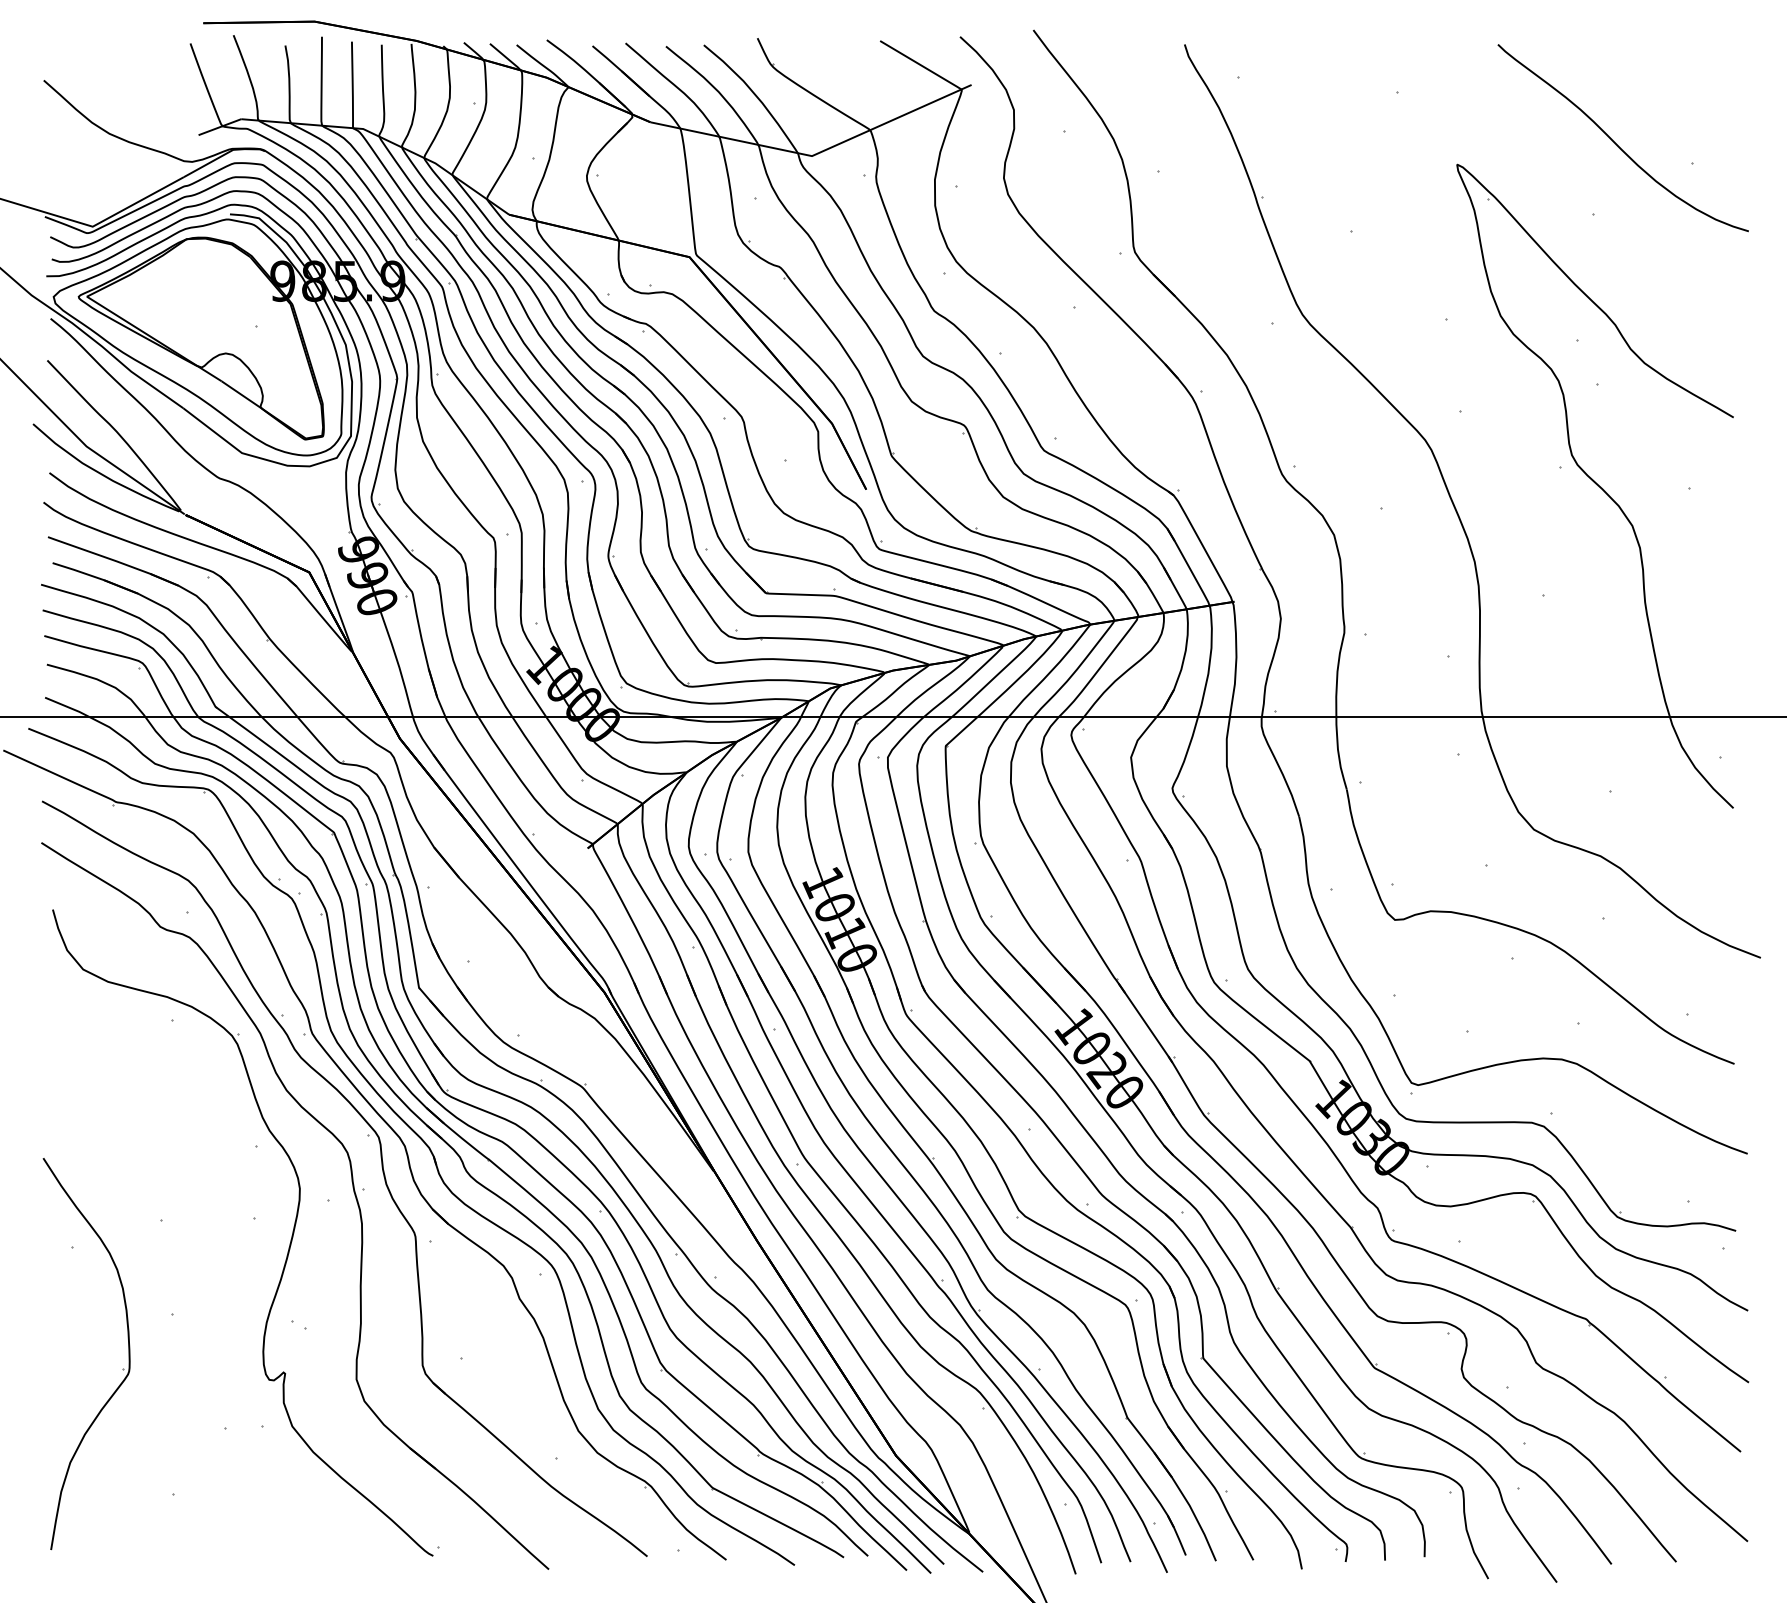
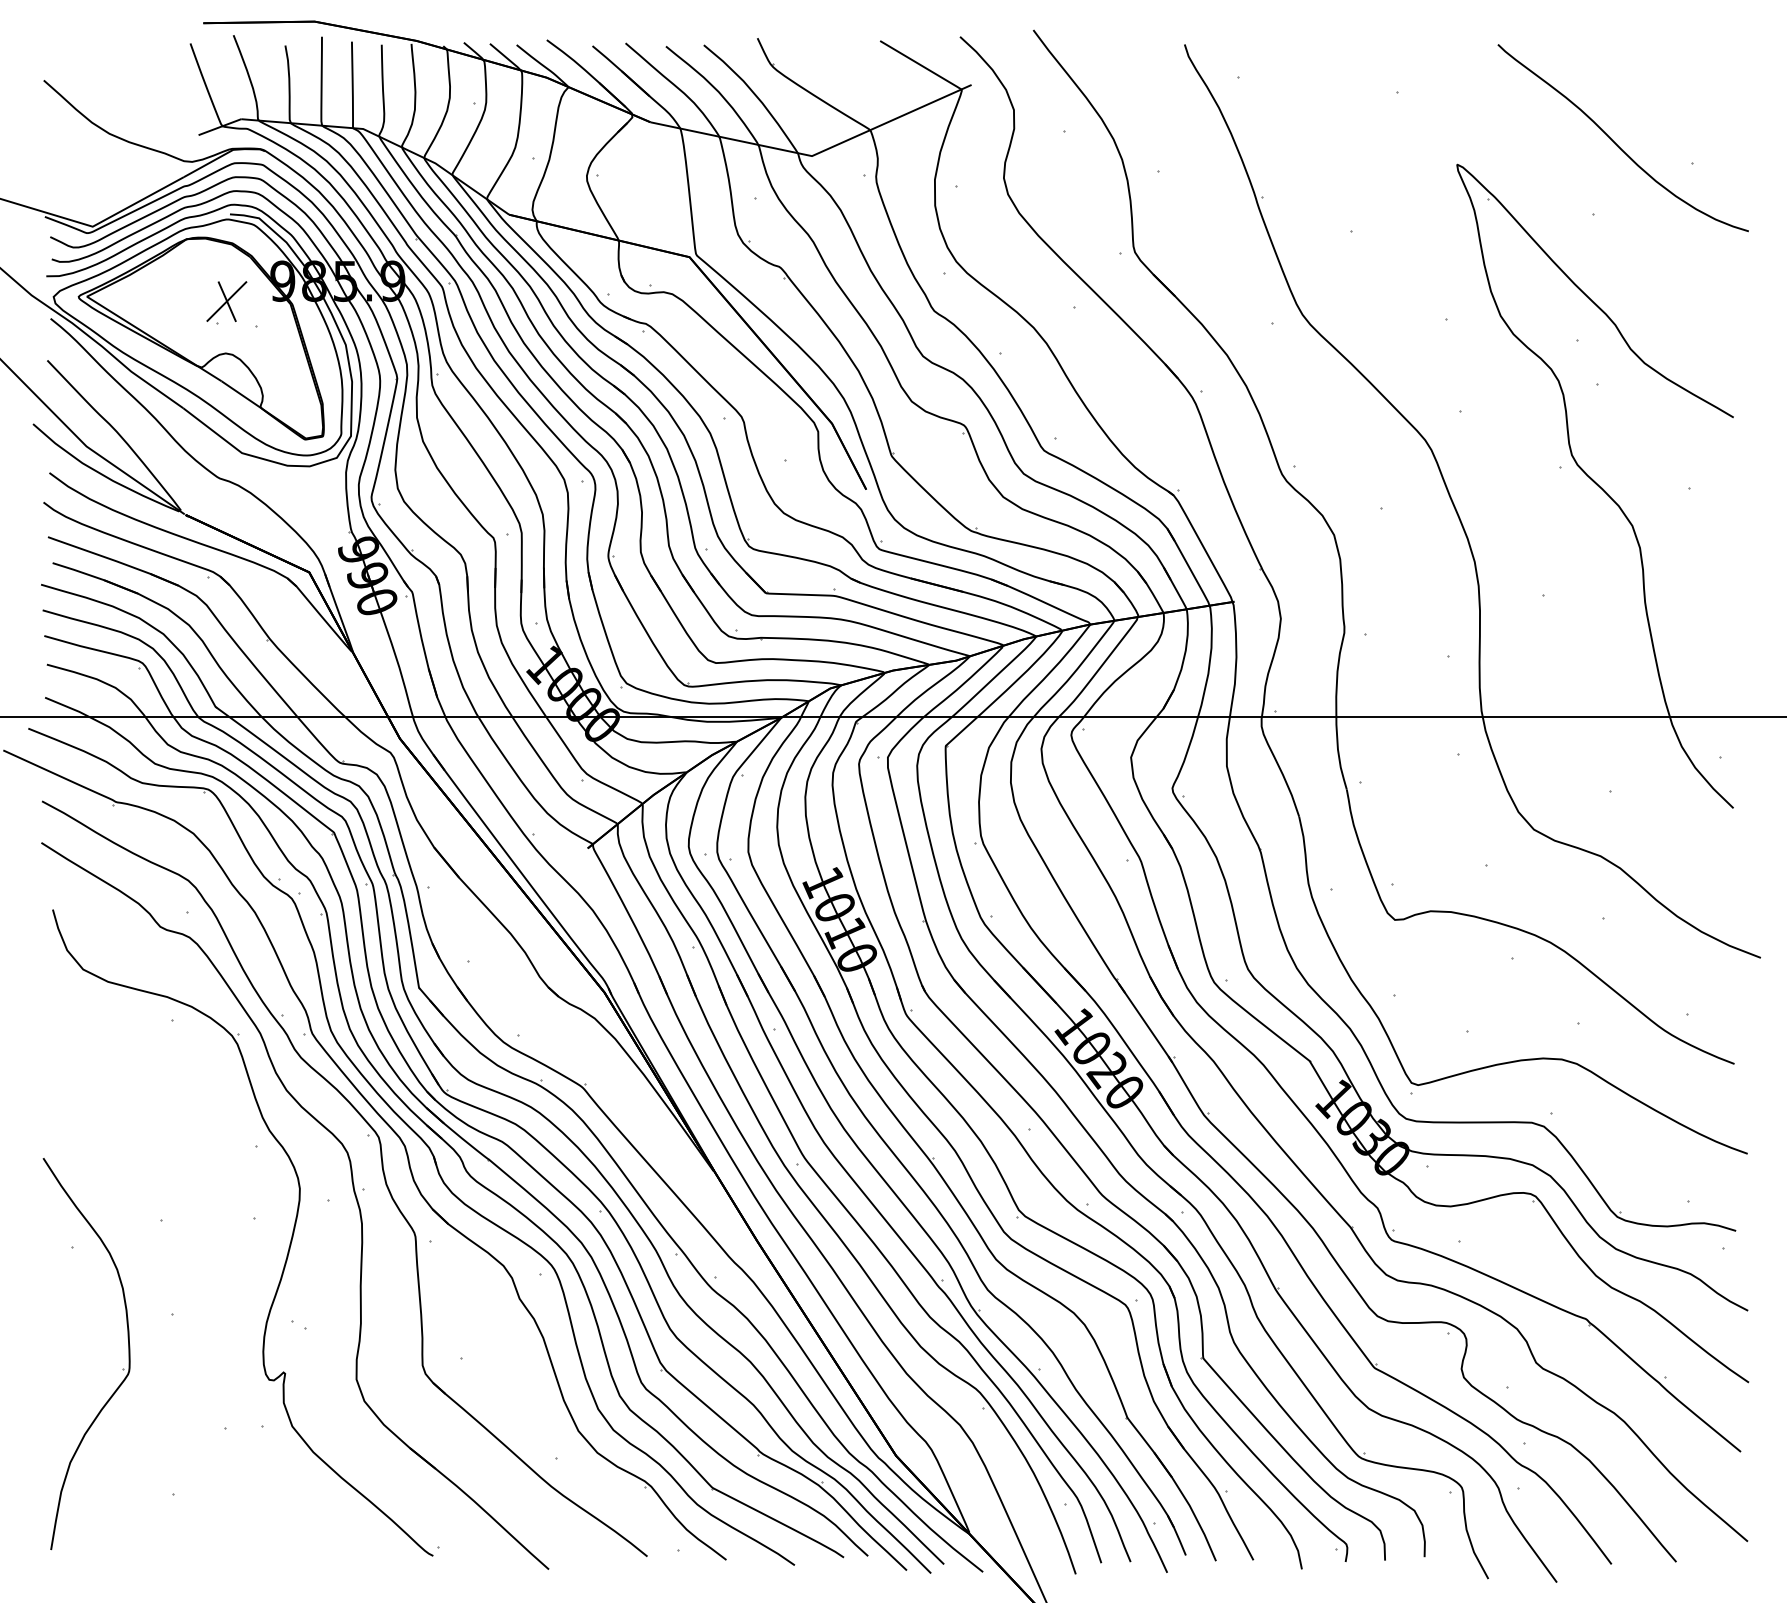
part at (226, 302): none -> present
